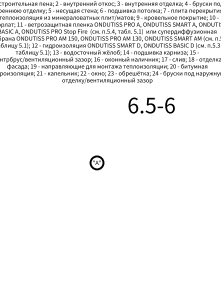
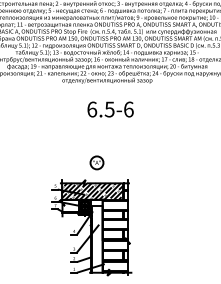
text at (151, 105) position: (151, 105) -> (110, 109)
part at (91, 227): none -> present
